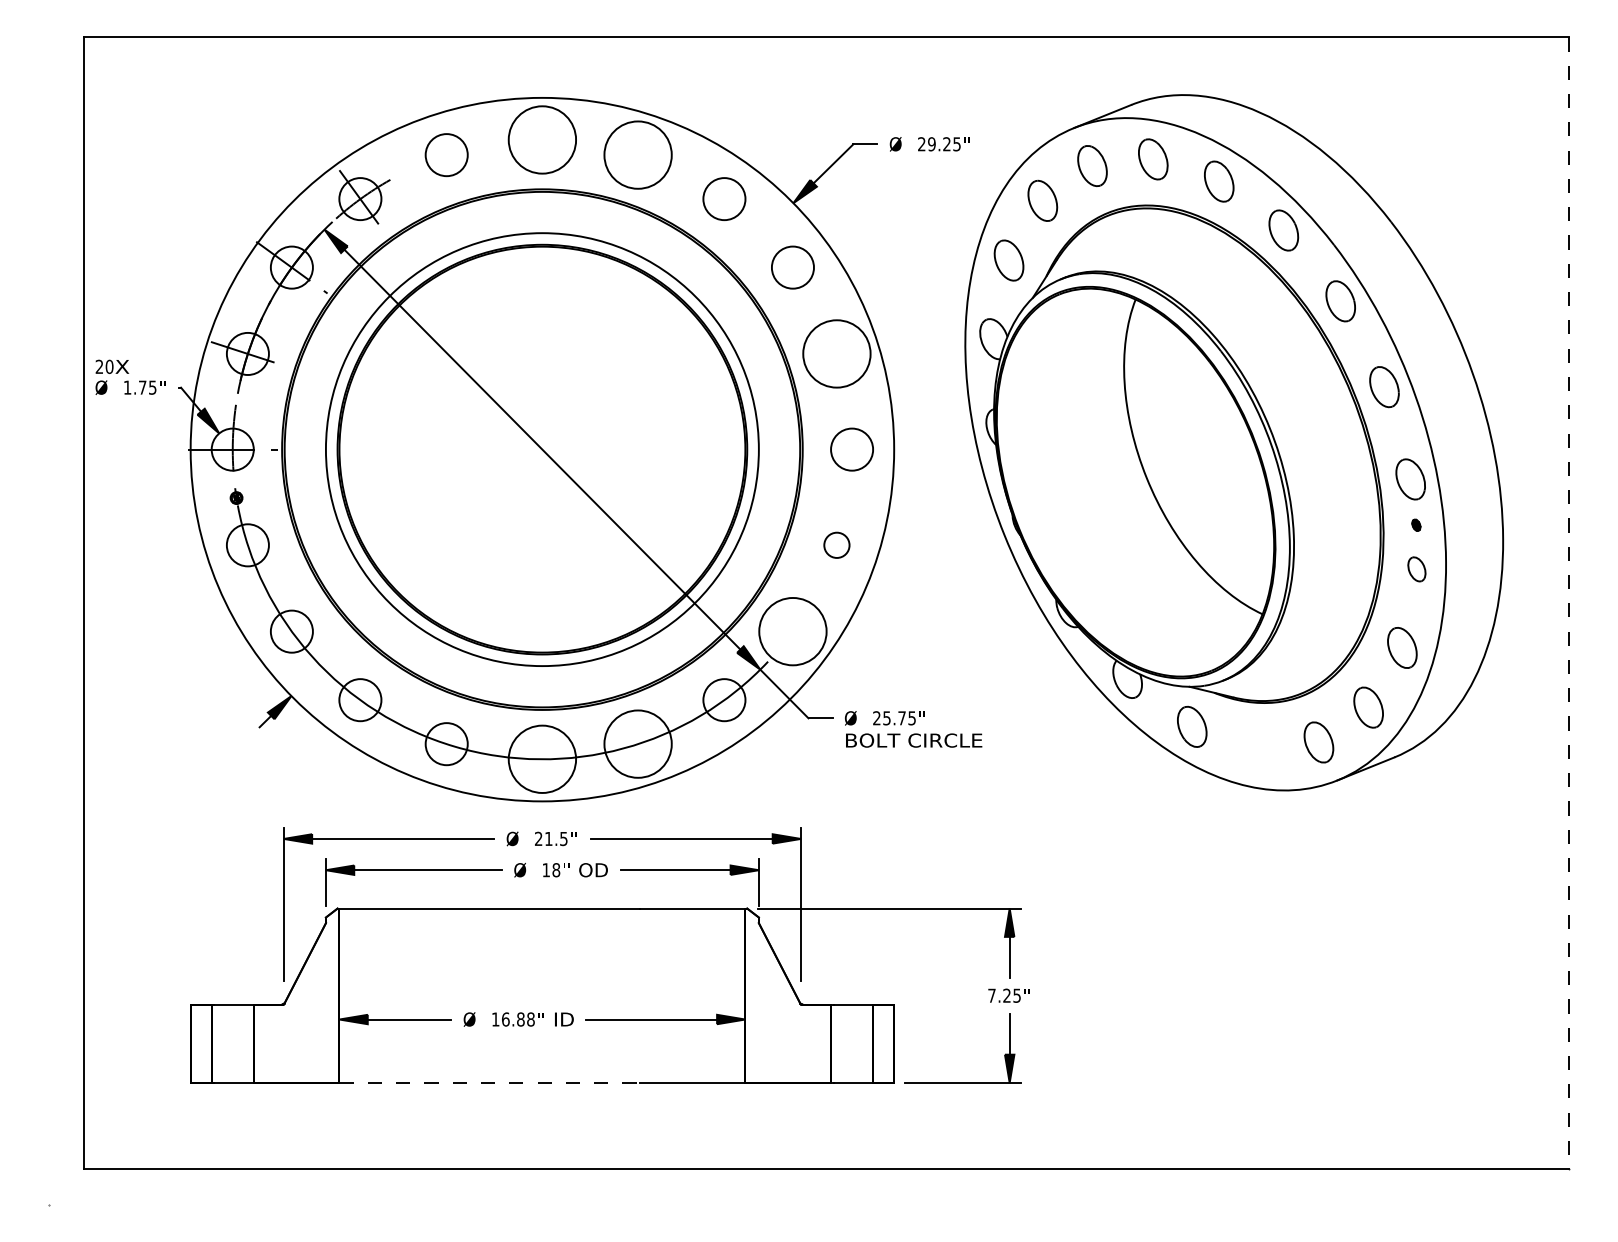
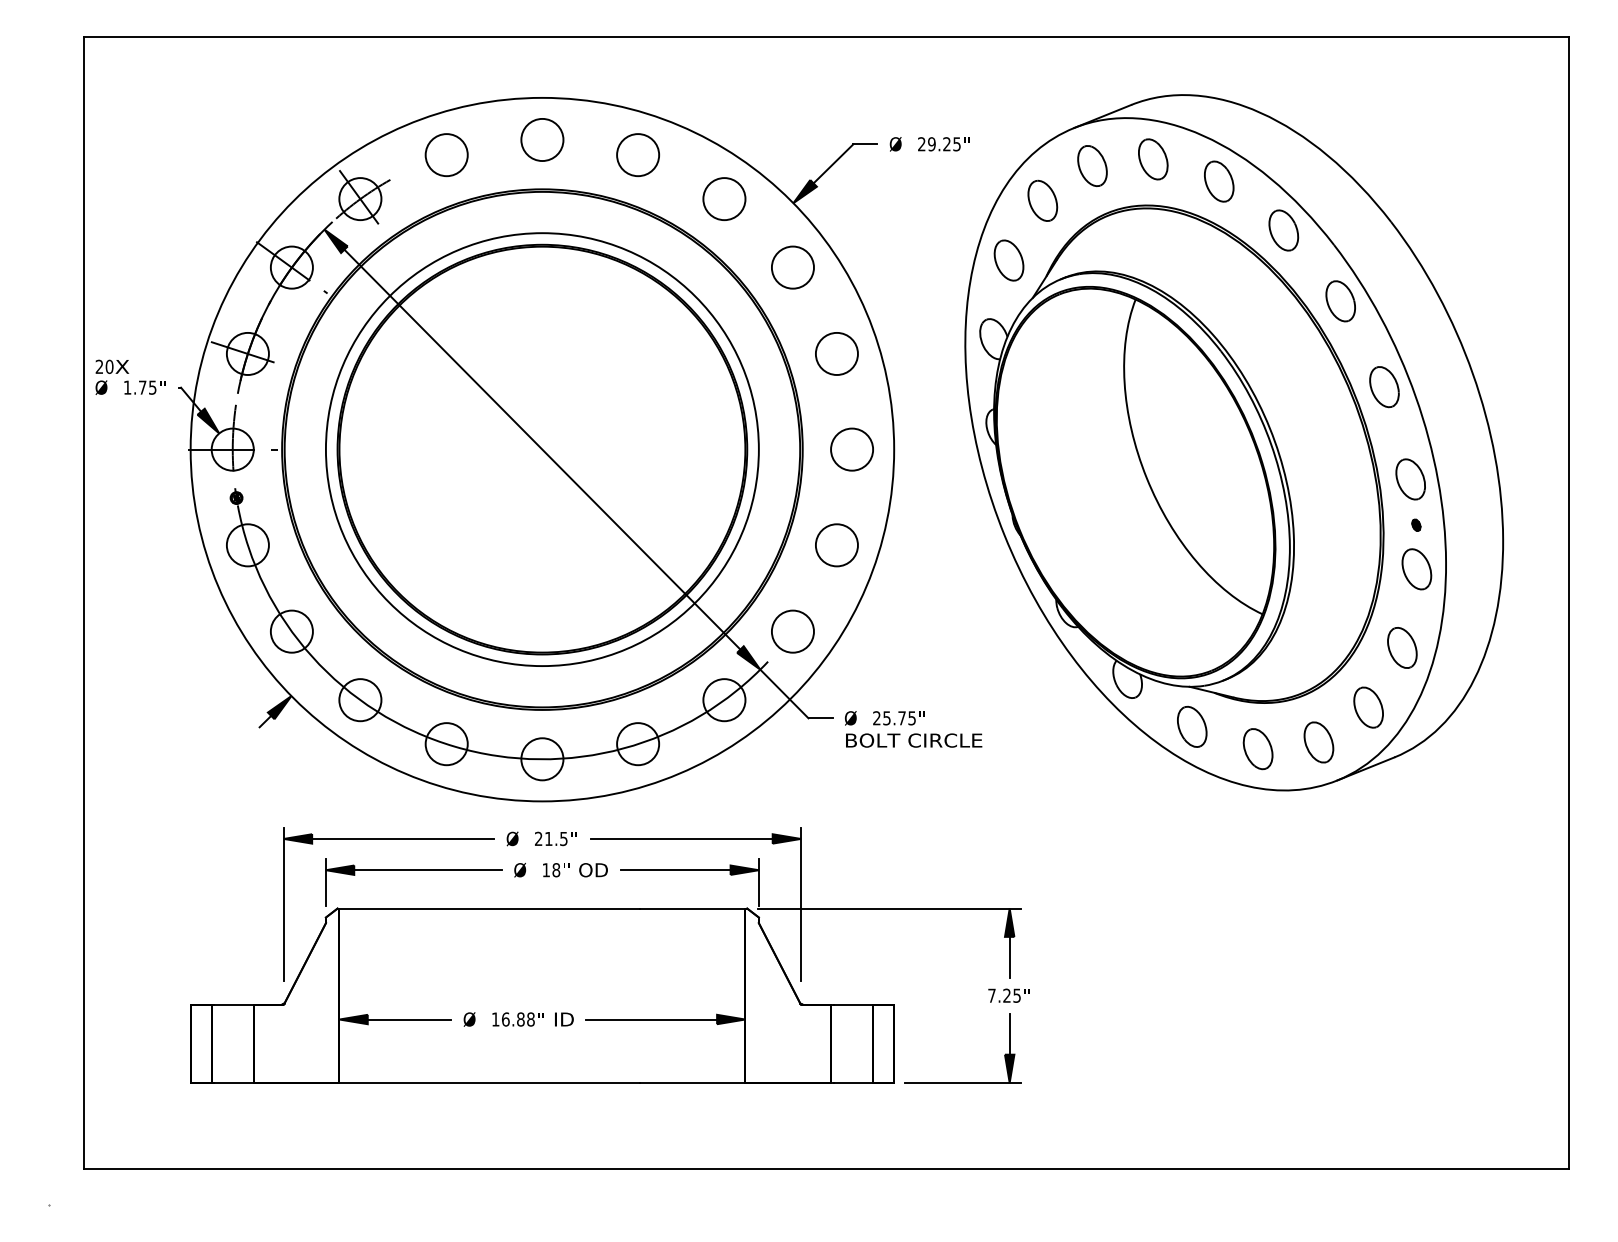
circle at (542, 139) diameter: 67 px -> 42 px
circle at (637, 154) diameter: 67 px -> 42 px
circle at (836, 353) diameter: 67 px -> 42 px
circle at (836, 544) diameter: 25 px -> 42 px
part at (1416, 569) size: 20x27 px -> 32x43 px
line at (1569, 603): dashed -> solid
circle at (792, 631) diameter: 67 px -> 42 px
circle at (637, 743) diameter: 67 px -> 42 px
part at (1257, 749): none -> present
circle at (542, 758) diameter: 67 px -> 42 px
line at (490, 1082): dashed -> solid
